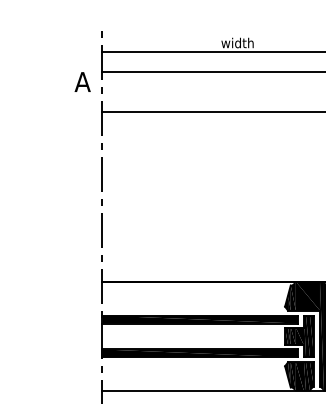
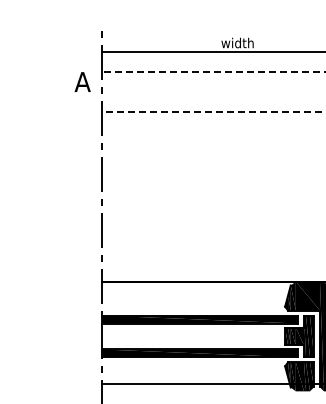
line at (214, 72): solid -> dashed
line at (214, 112): solid -> dashed
line at (212, 391) position: (212, 391) -> (212, 384)
